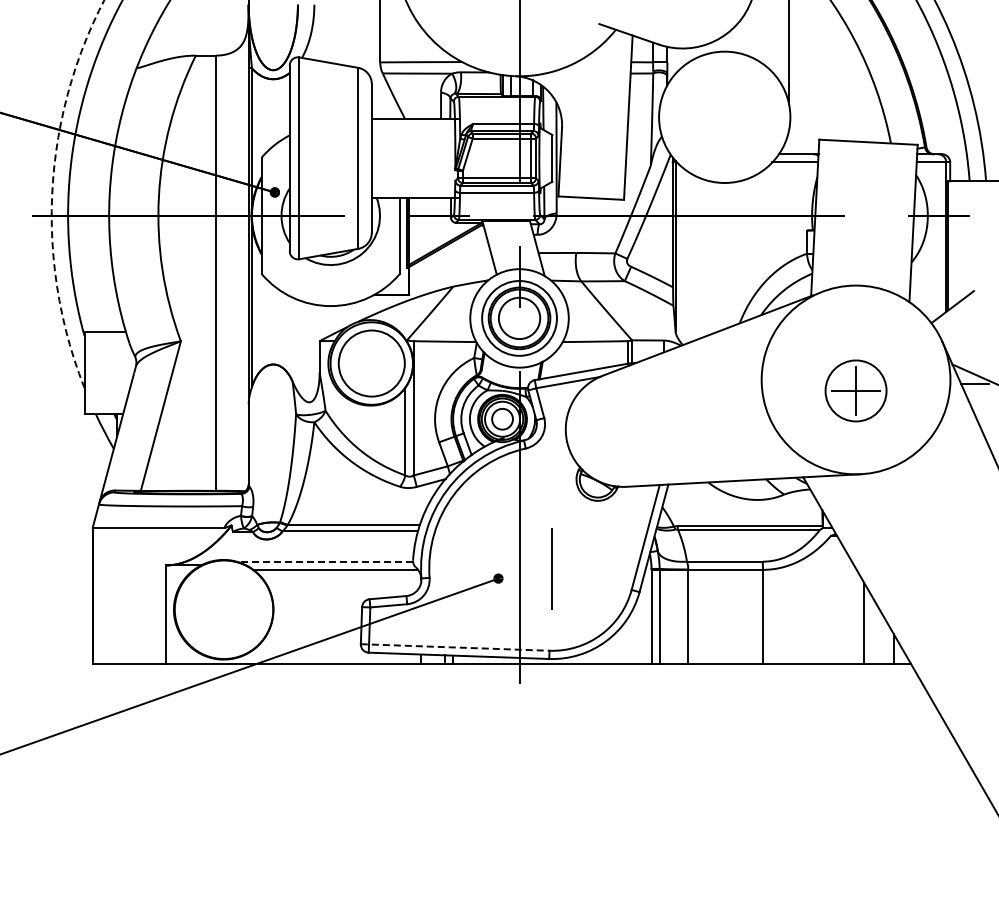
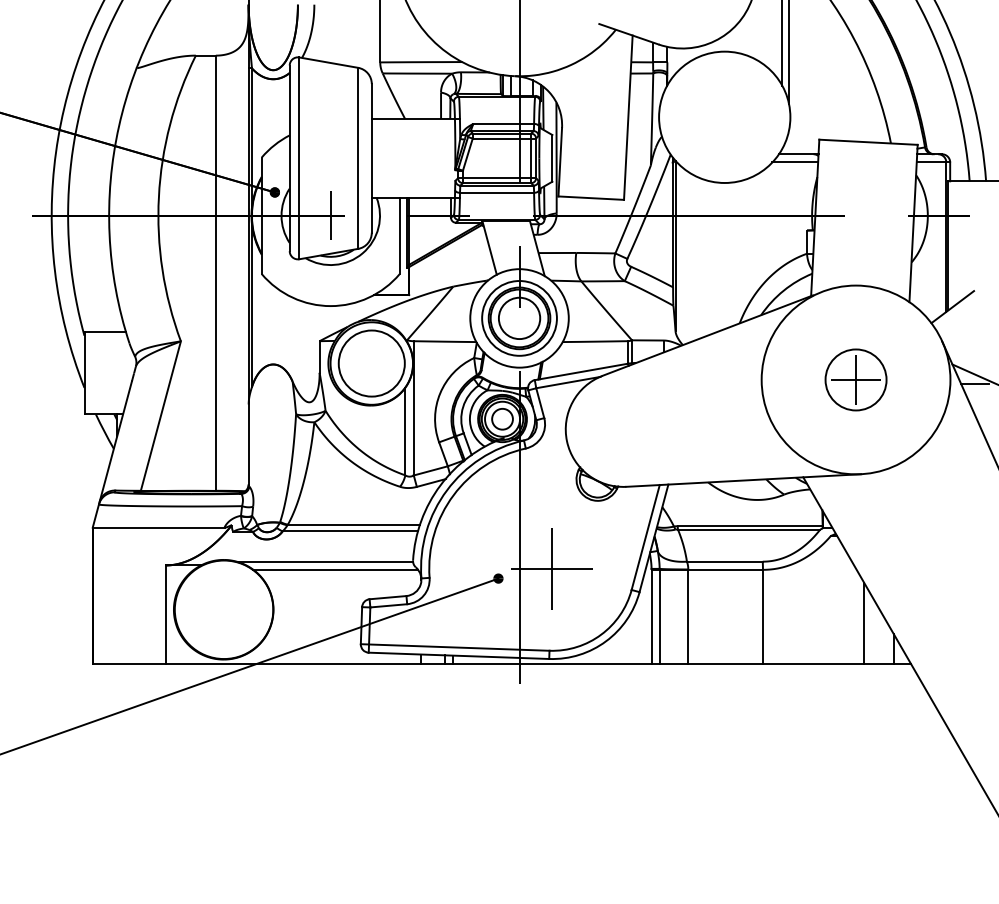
line at (782, 43): none -> present
arc at (52, 193): dashed -> solid
line at (330, 215): none -> present
part at (855, 390) position: (855, 390) -> (855, 379)
line at (324, 561): dashed -> solid
line at (552, 568): none -> present
line at (455, 647): dashed -> solid
